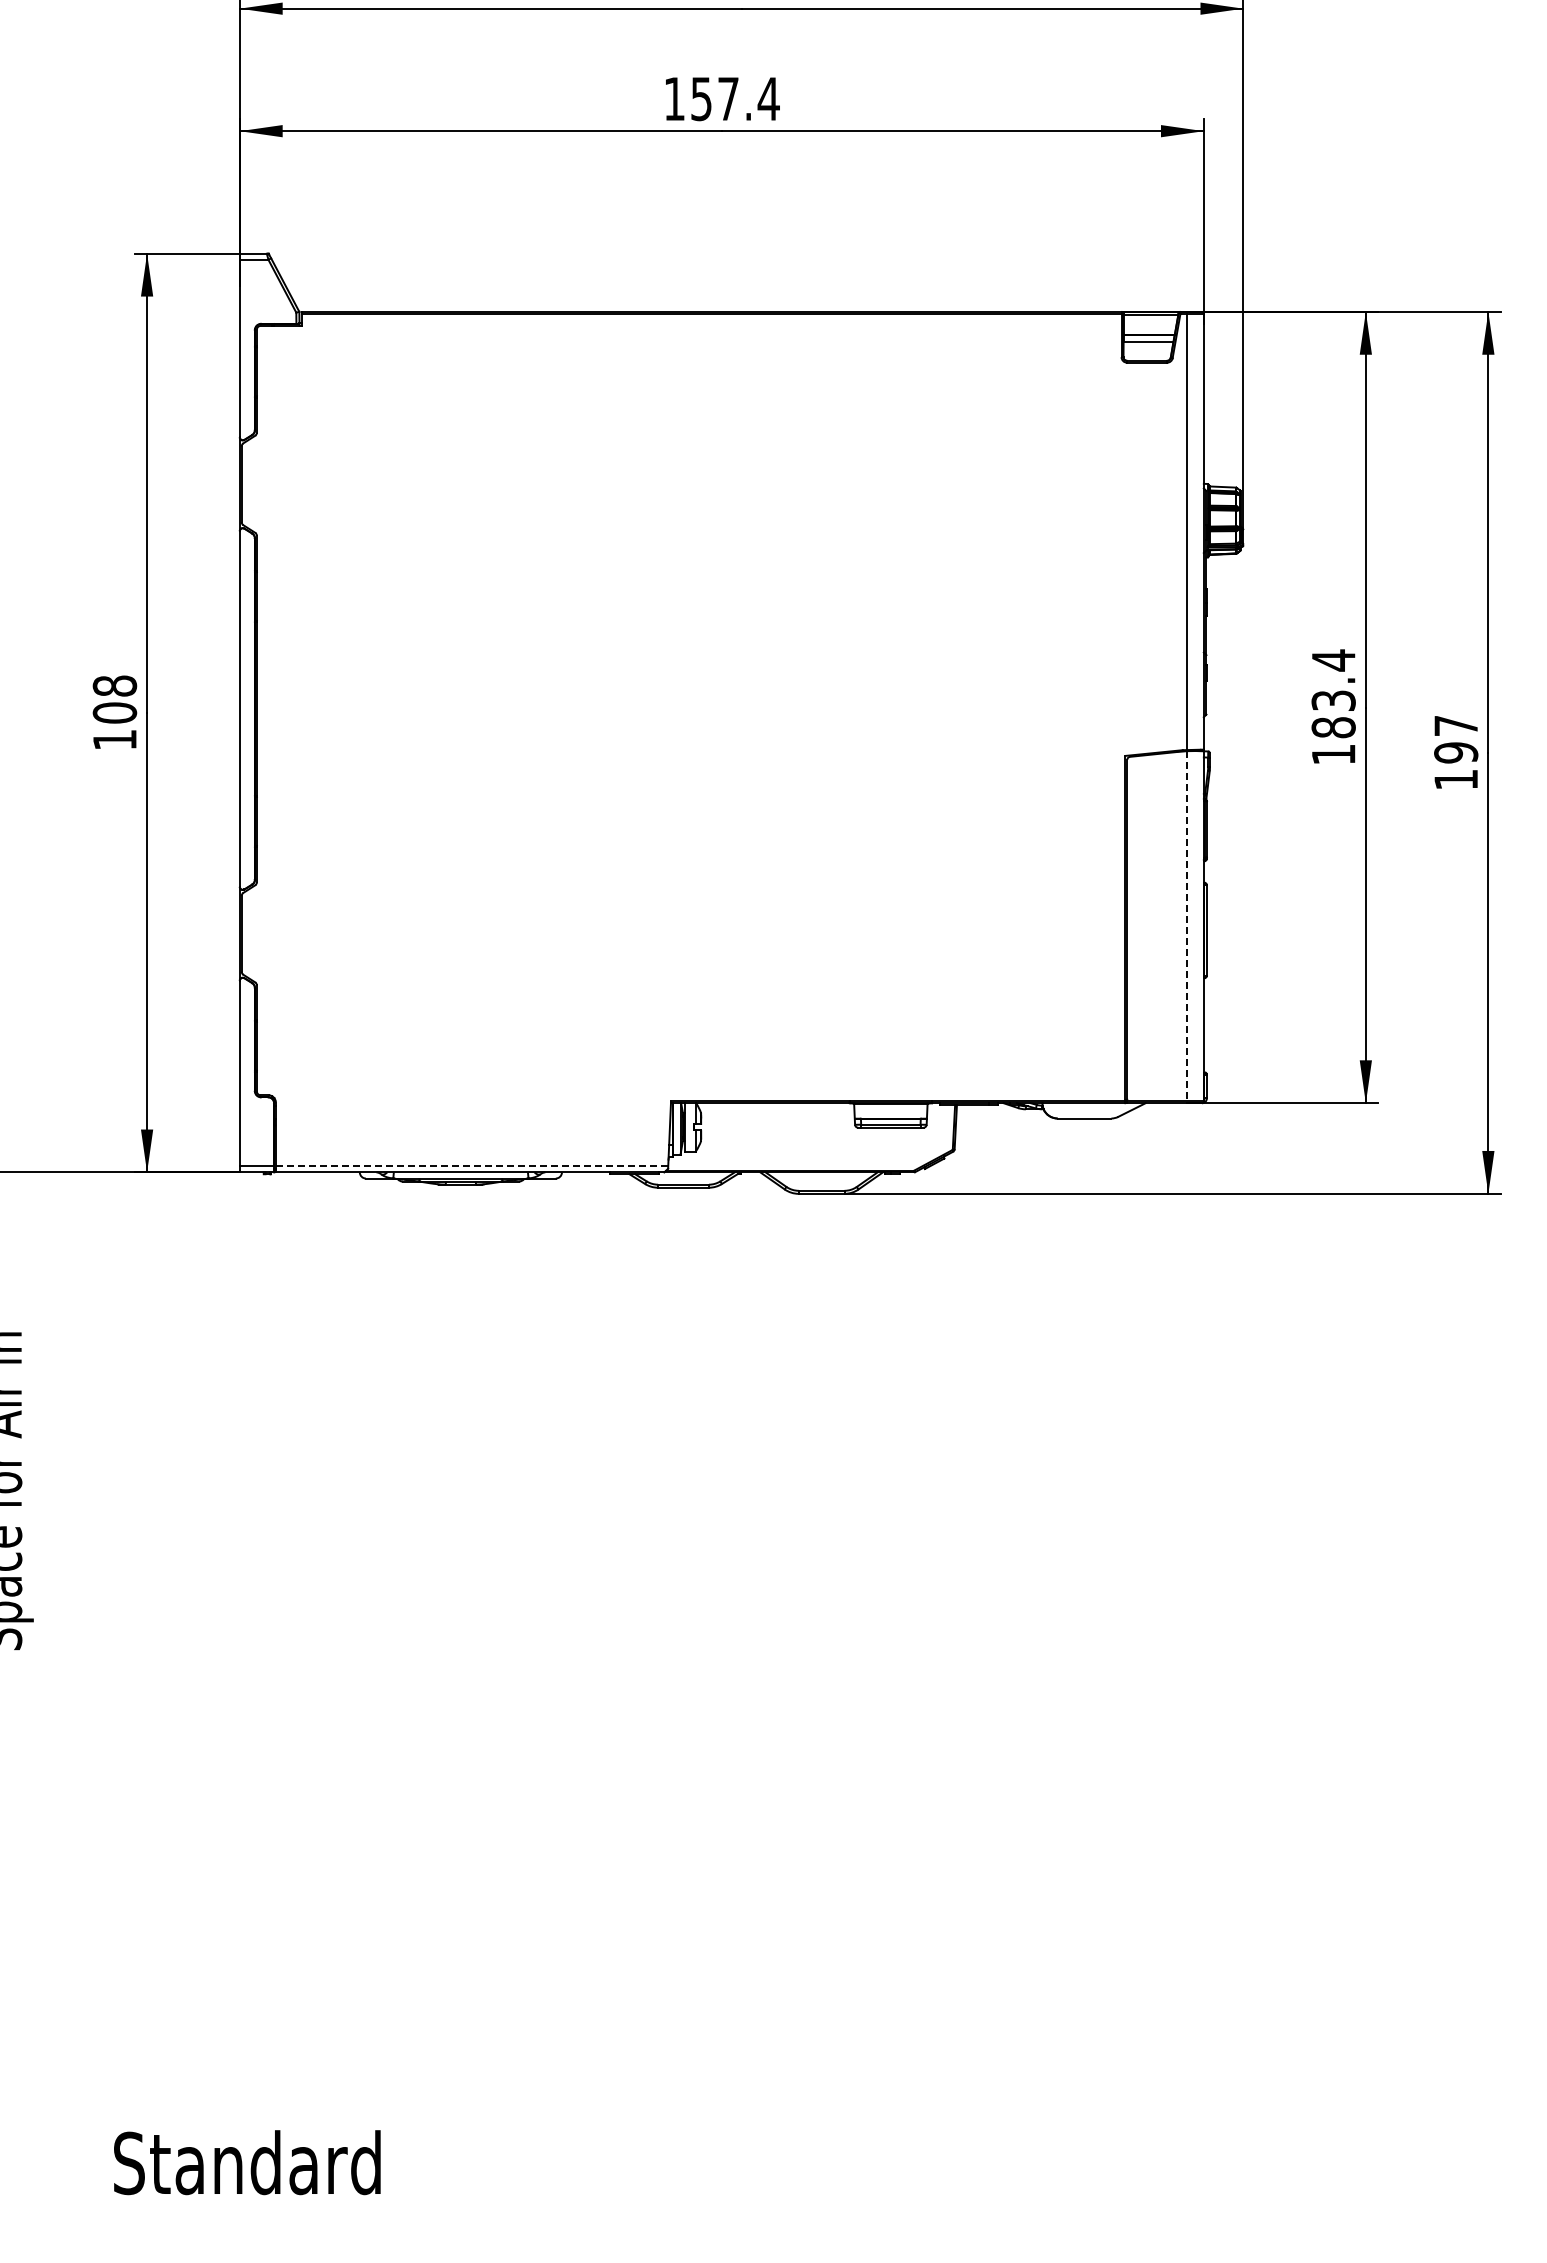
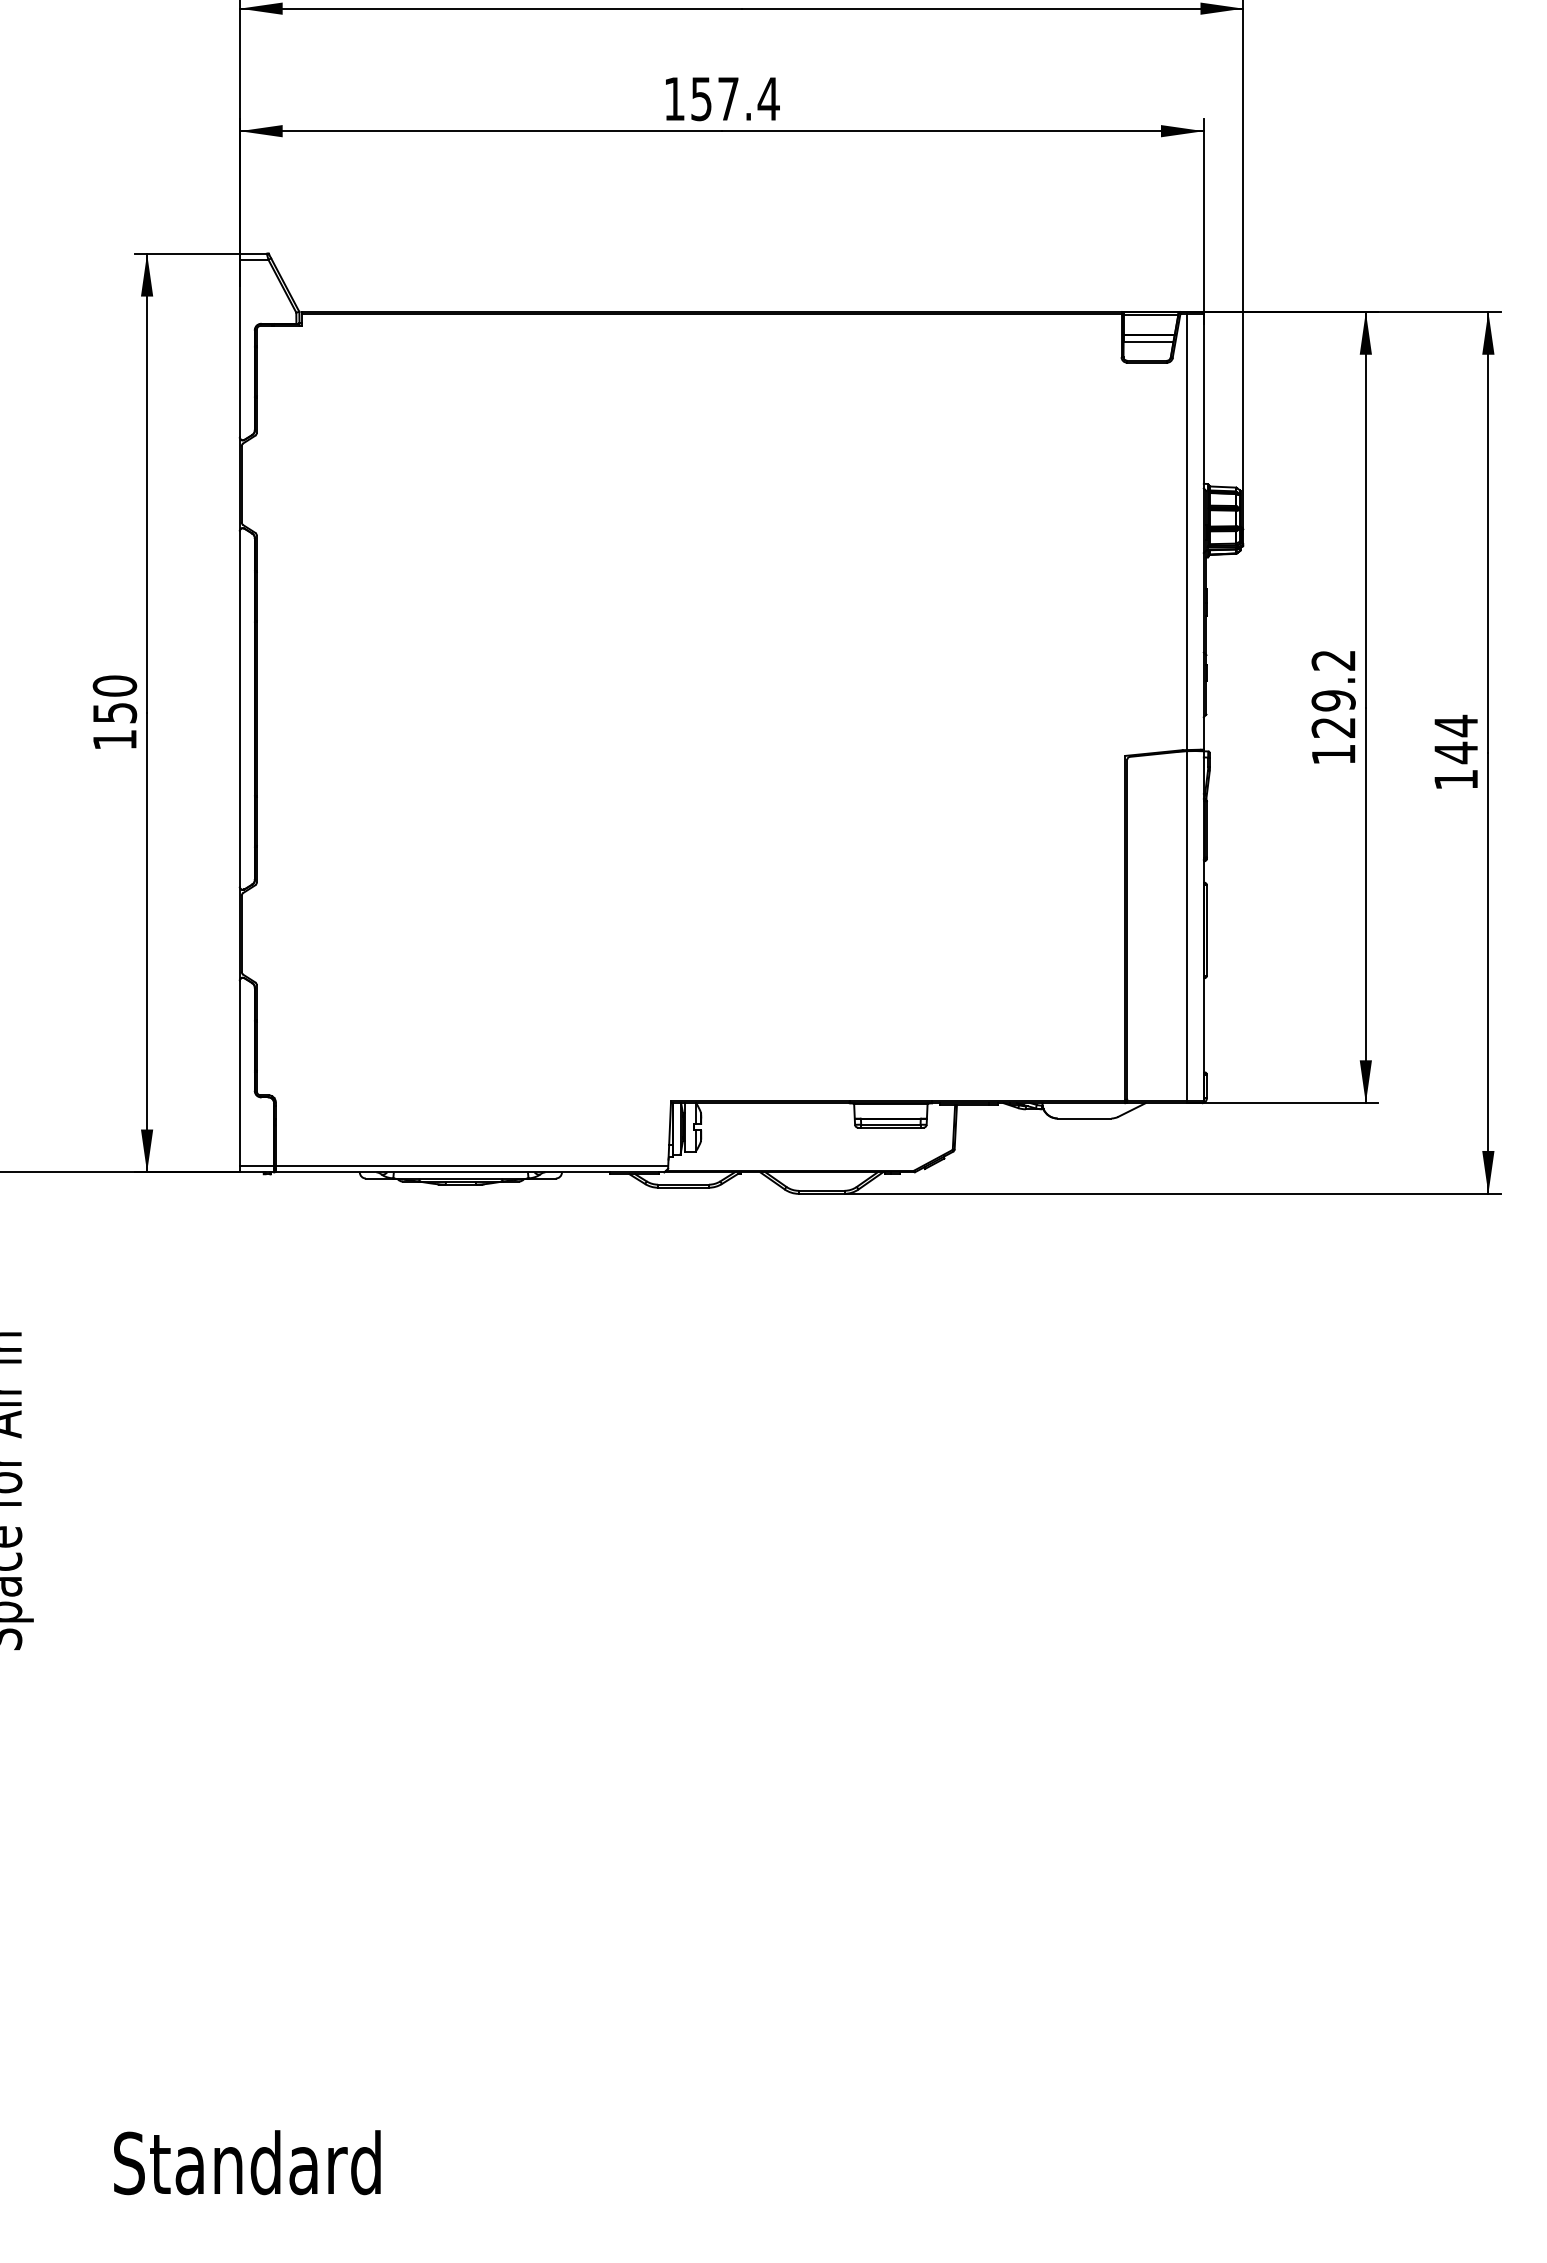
text at (1333, 693): 183.4 -> 129.2
text at (114, 699): 108 -> 150
text at (1456, 739): 197 -> 144
line at (1186, 927): dashed -> solid
line at (471, 1166): dashed -> solid
